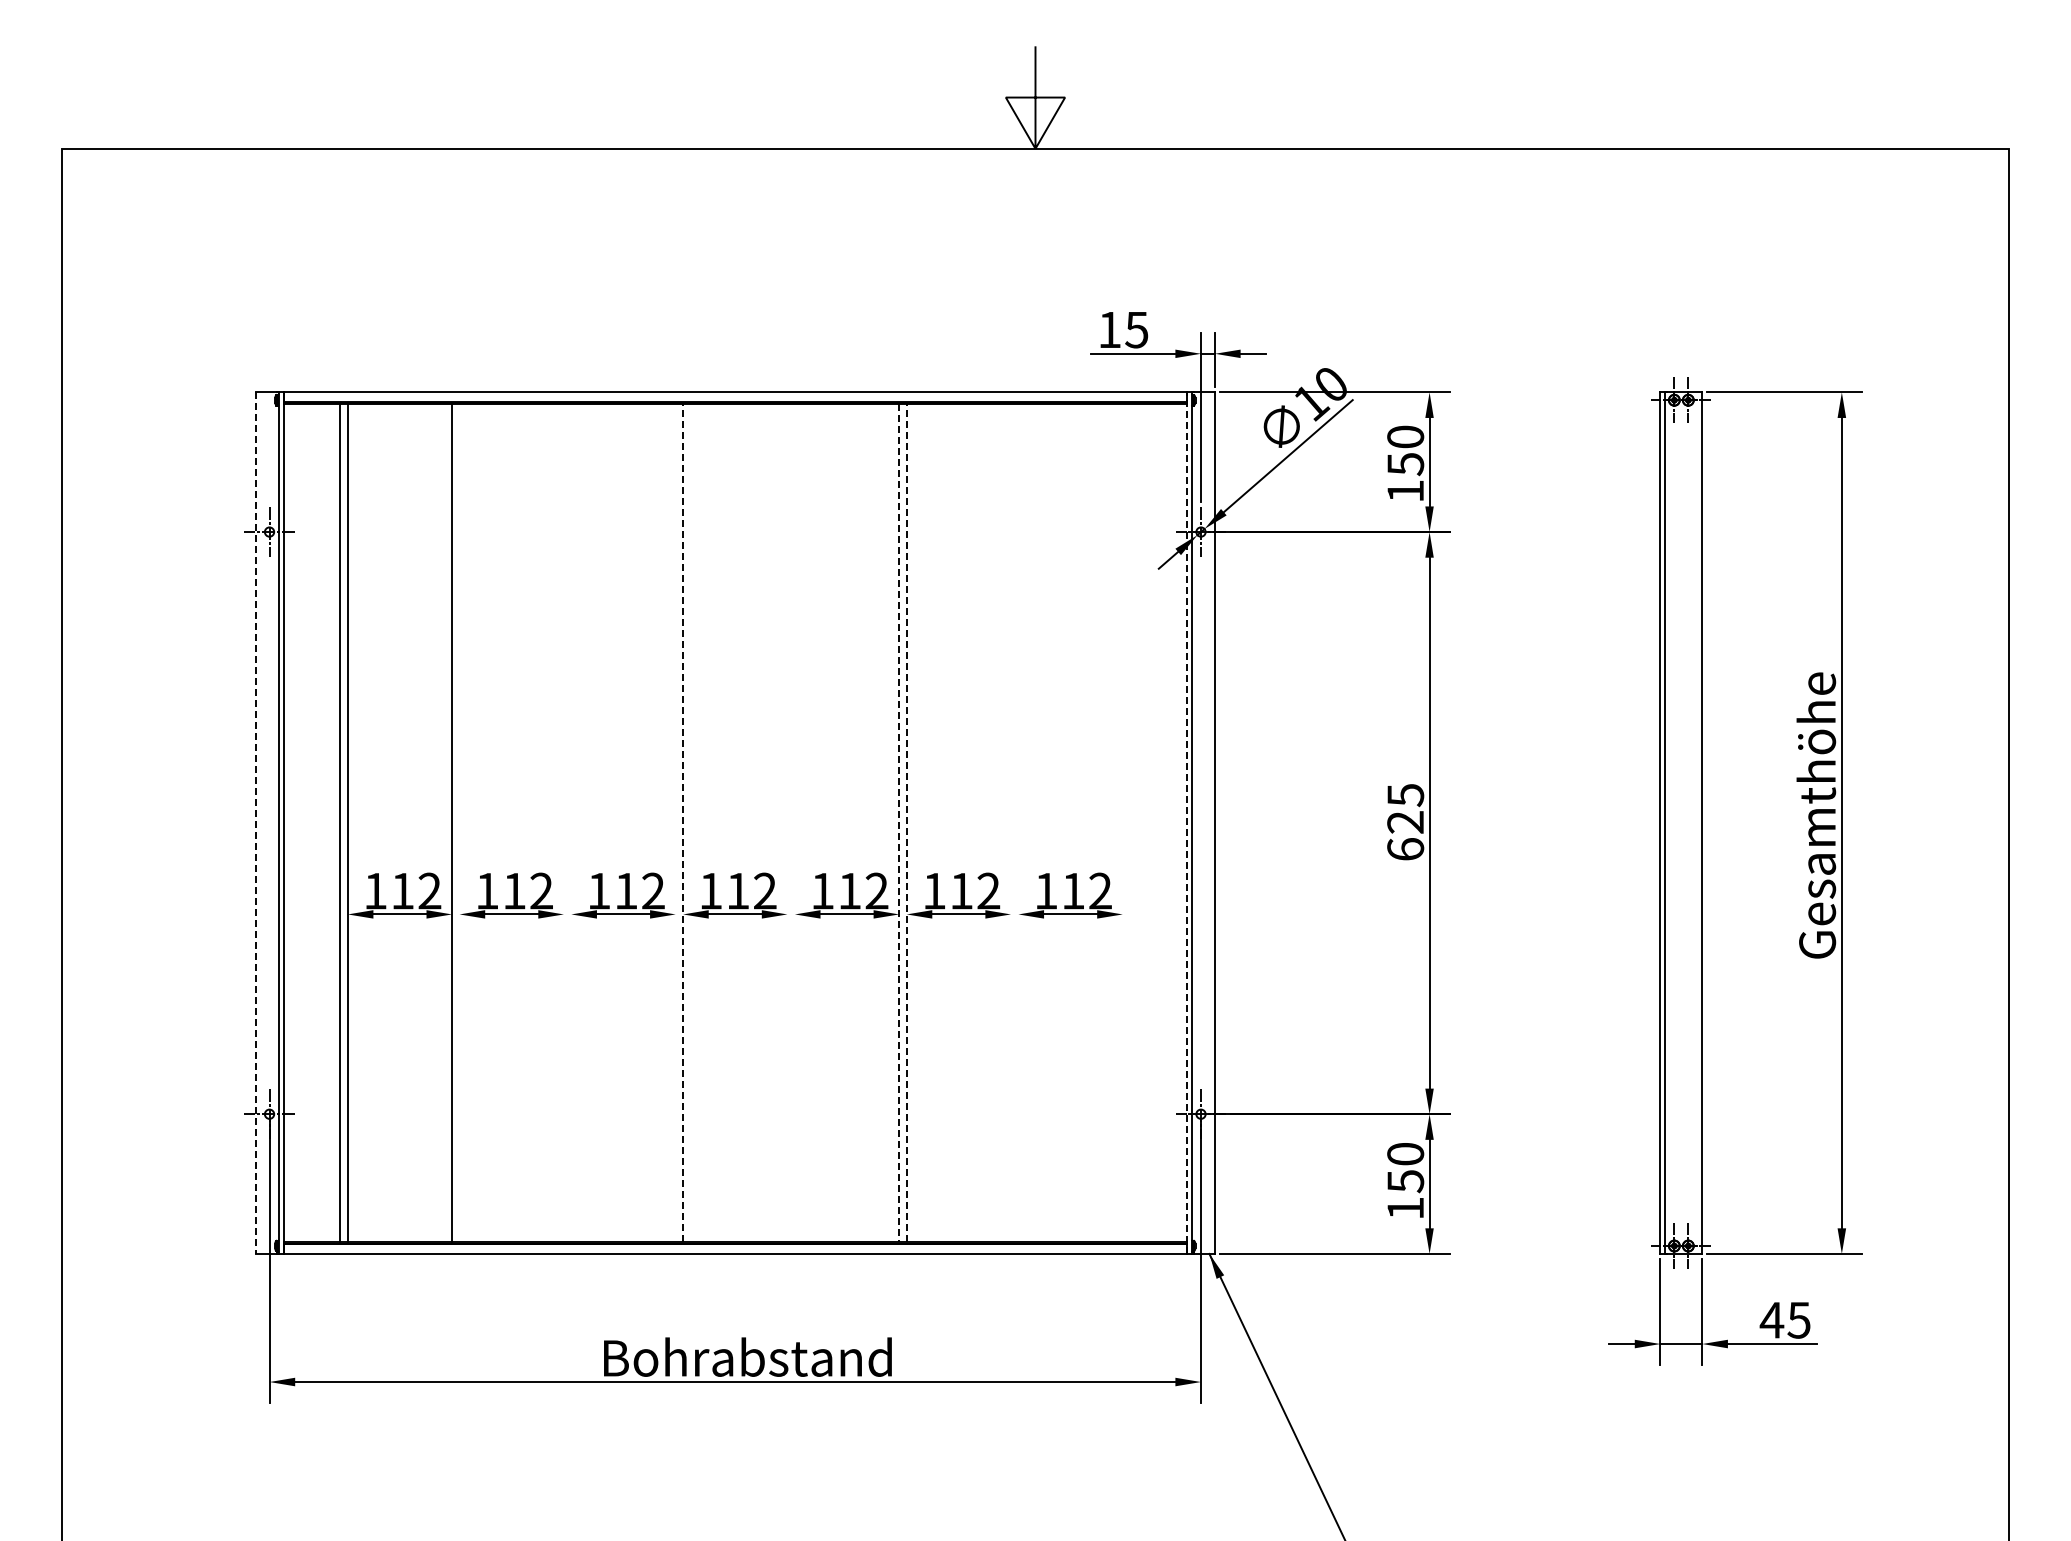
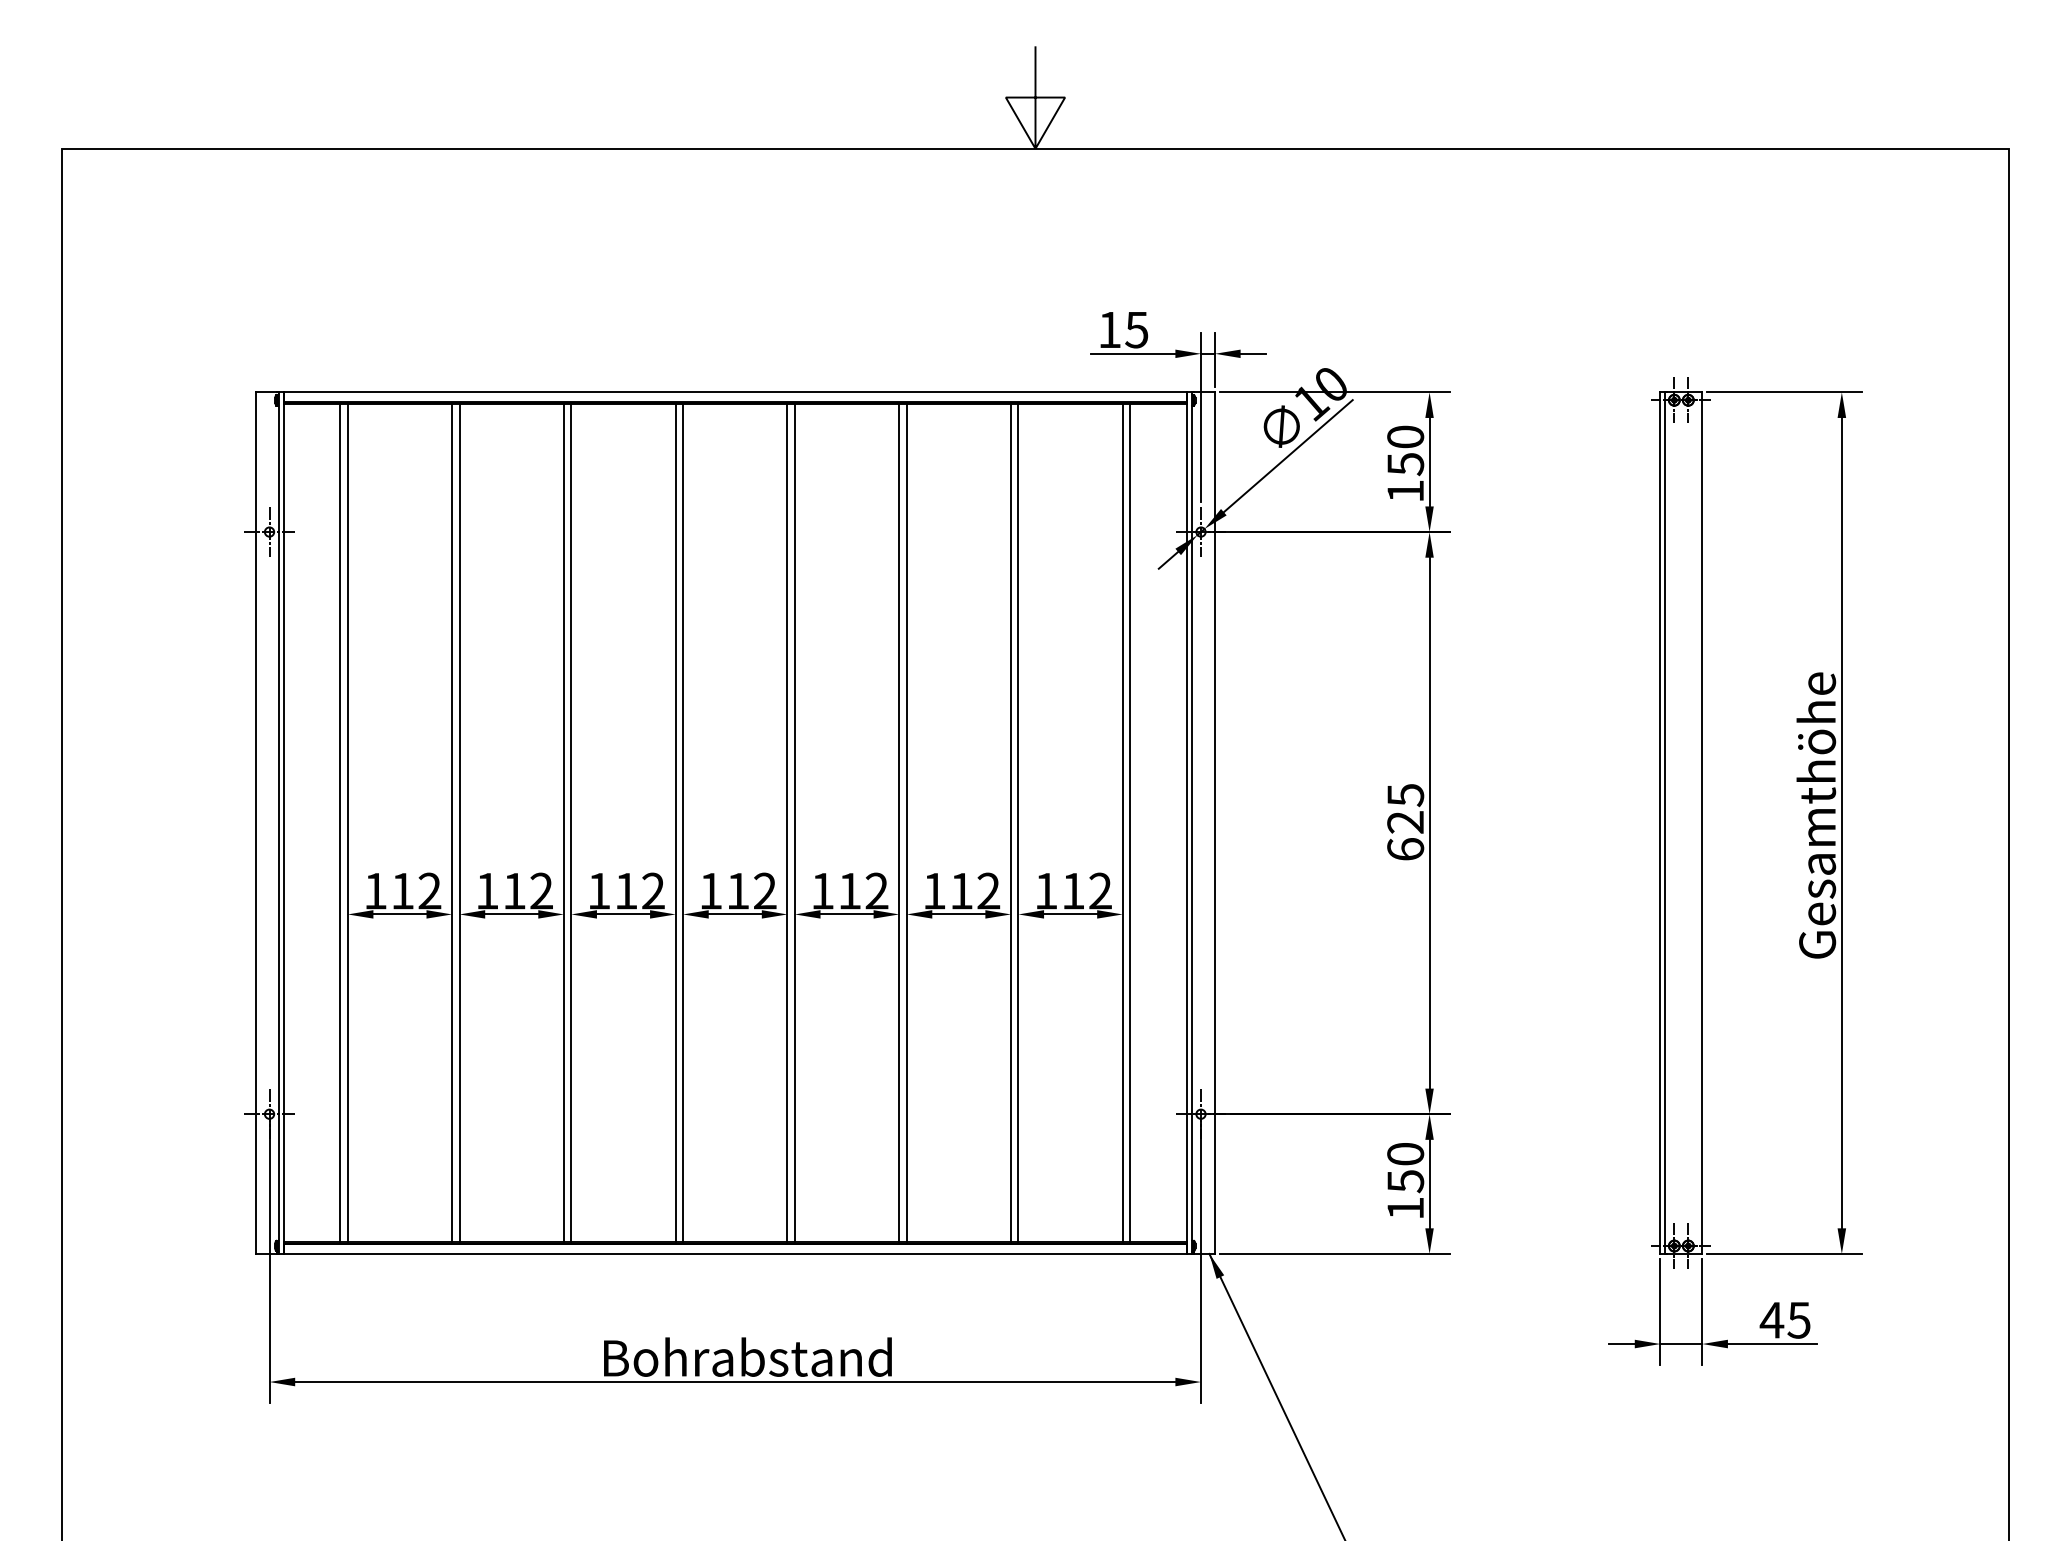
line at (459, 822): none -> present
line at (563, 822): none -> present
line at (571, 822): none -> present
line at (675, 822): none -> present
line at (787, 822): none -> present
line at (794, 822): none -> present
line at (1010, 822): none -> present
line at (1018, 822): none -> present
line at (1122, 822): none -> present
line at (1130, 822): none -> present
line at (255, 823): dashed -> solid
line at (683, 823): dashed -> solid
line at (899, 823): dashed -> solid
line at (906, 823): dashed -> solid
line at (1187, 823): dashed -> solid
